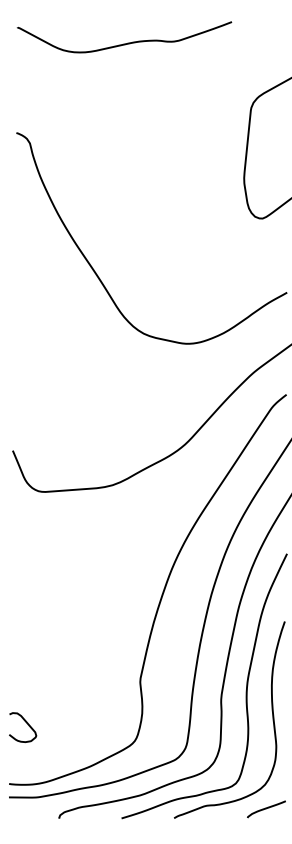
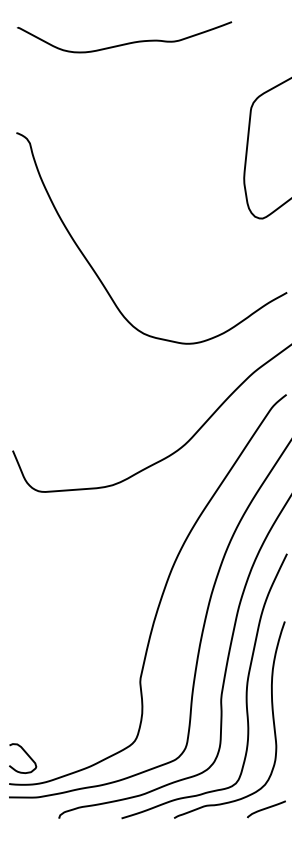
curve at (26, 723) position: (26, 723) -> (26, 754)
